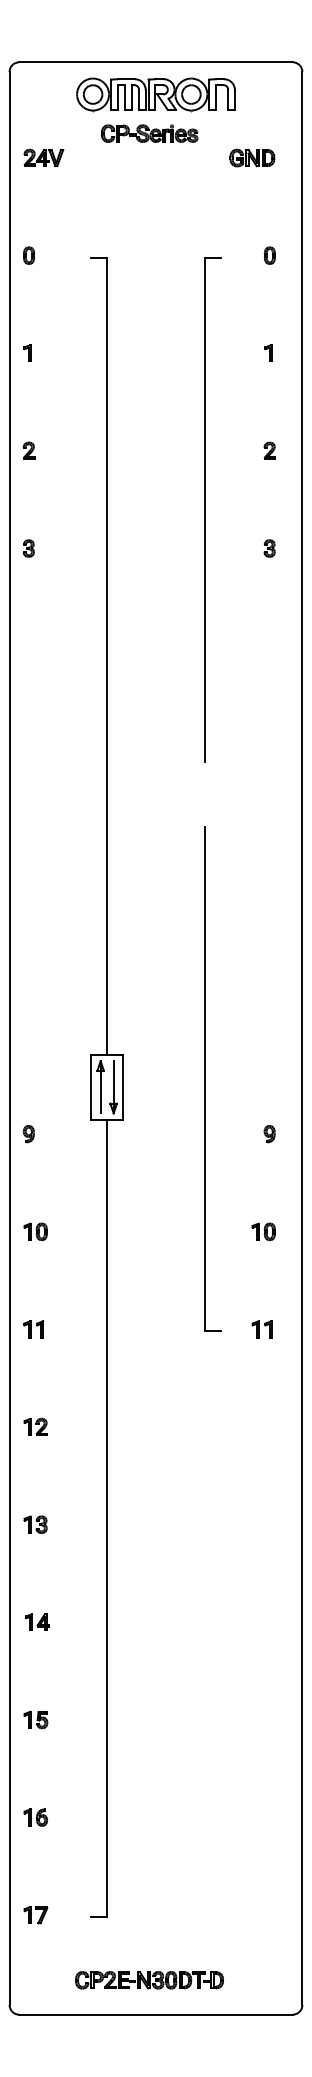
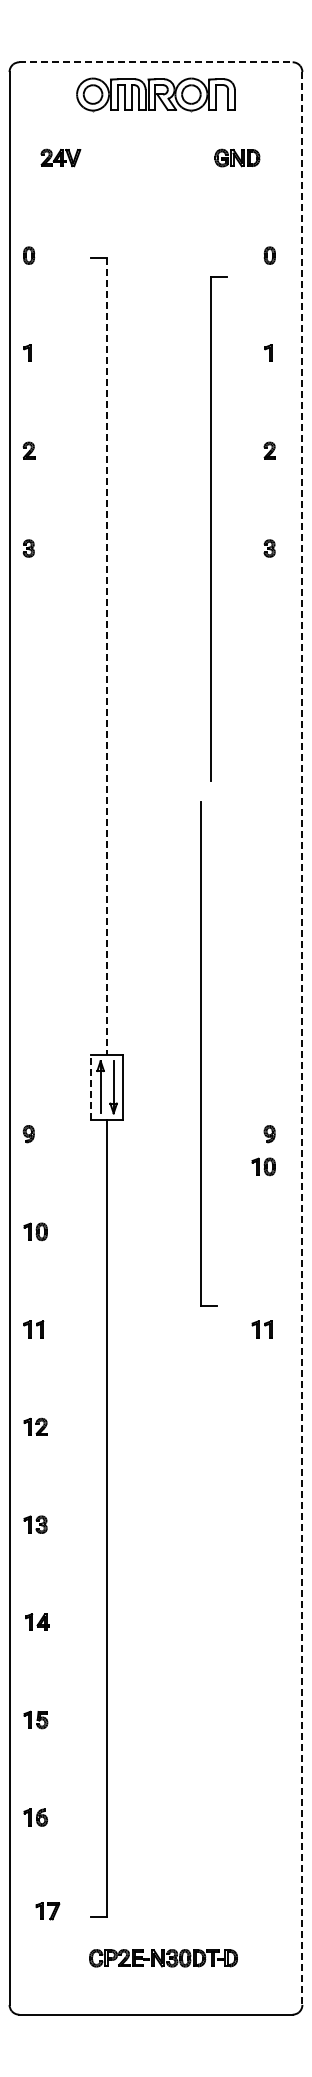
line at (156, 62): solid -> dashed
part at (149, 133): present -> none
part at (43, 157) position: (43, 157) -> (60, 157)
part at (252, 157) position: (252, 157) -> (237, 157)
part at (205, 509) position: (205, 509) -> (211, 528)
line at (107, 656): solid -> dashed
line at (302, 1038): solid -> dashed
part at (205, 1078) position: (205, 1078) -> (201, 1053)
line at (90, 1087): solid -> dashed
part at (263, 1231) position: (263, 1231) -> (263, 1166)
part at (35, 1915) position: (35, 1915) -> (47, 1911)
part at (149, 1980) position: (149, 1980) -> (163, 1958)
